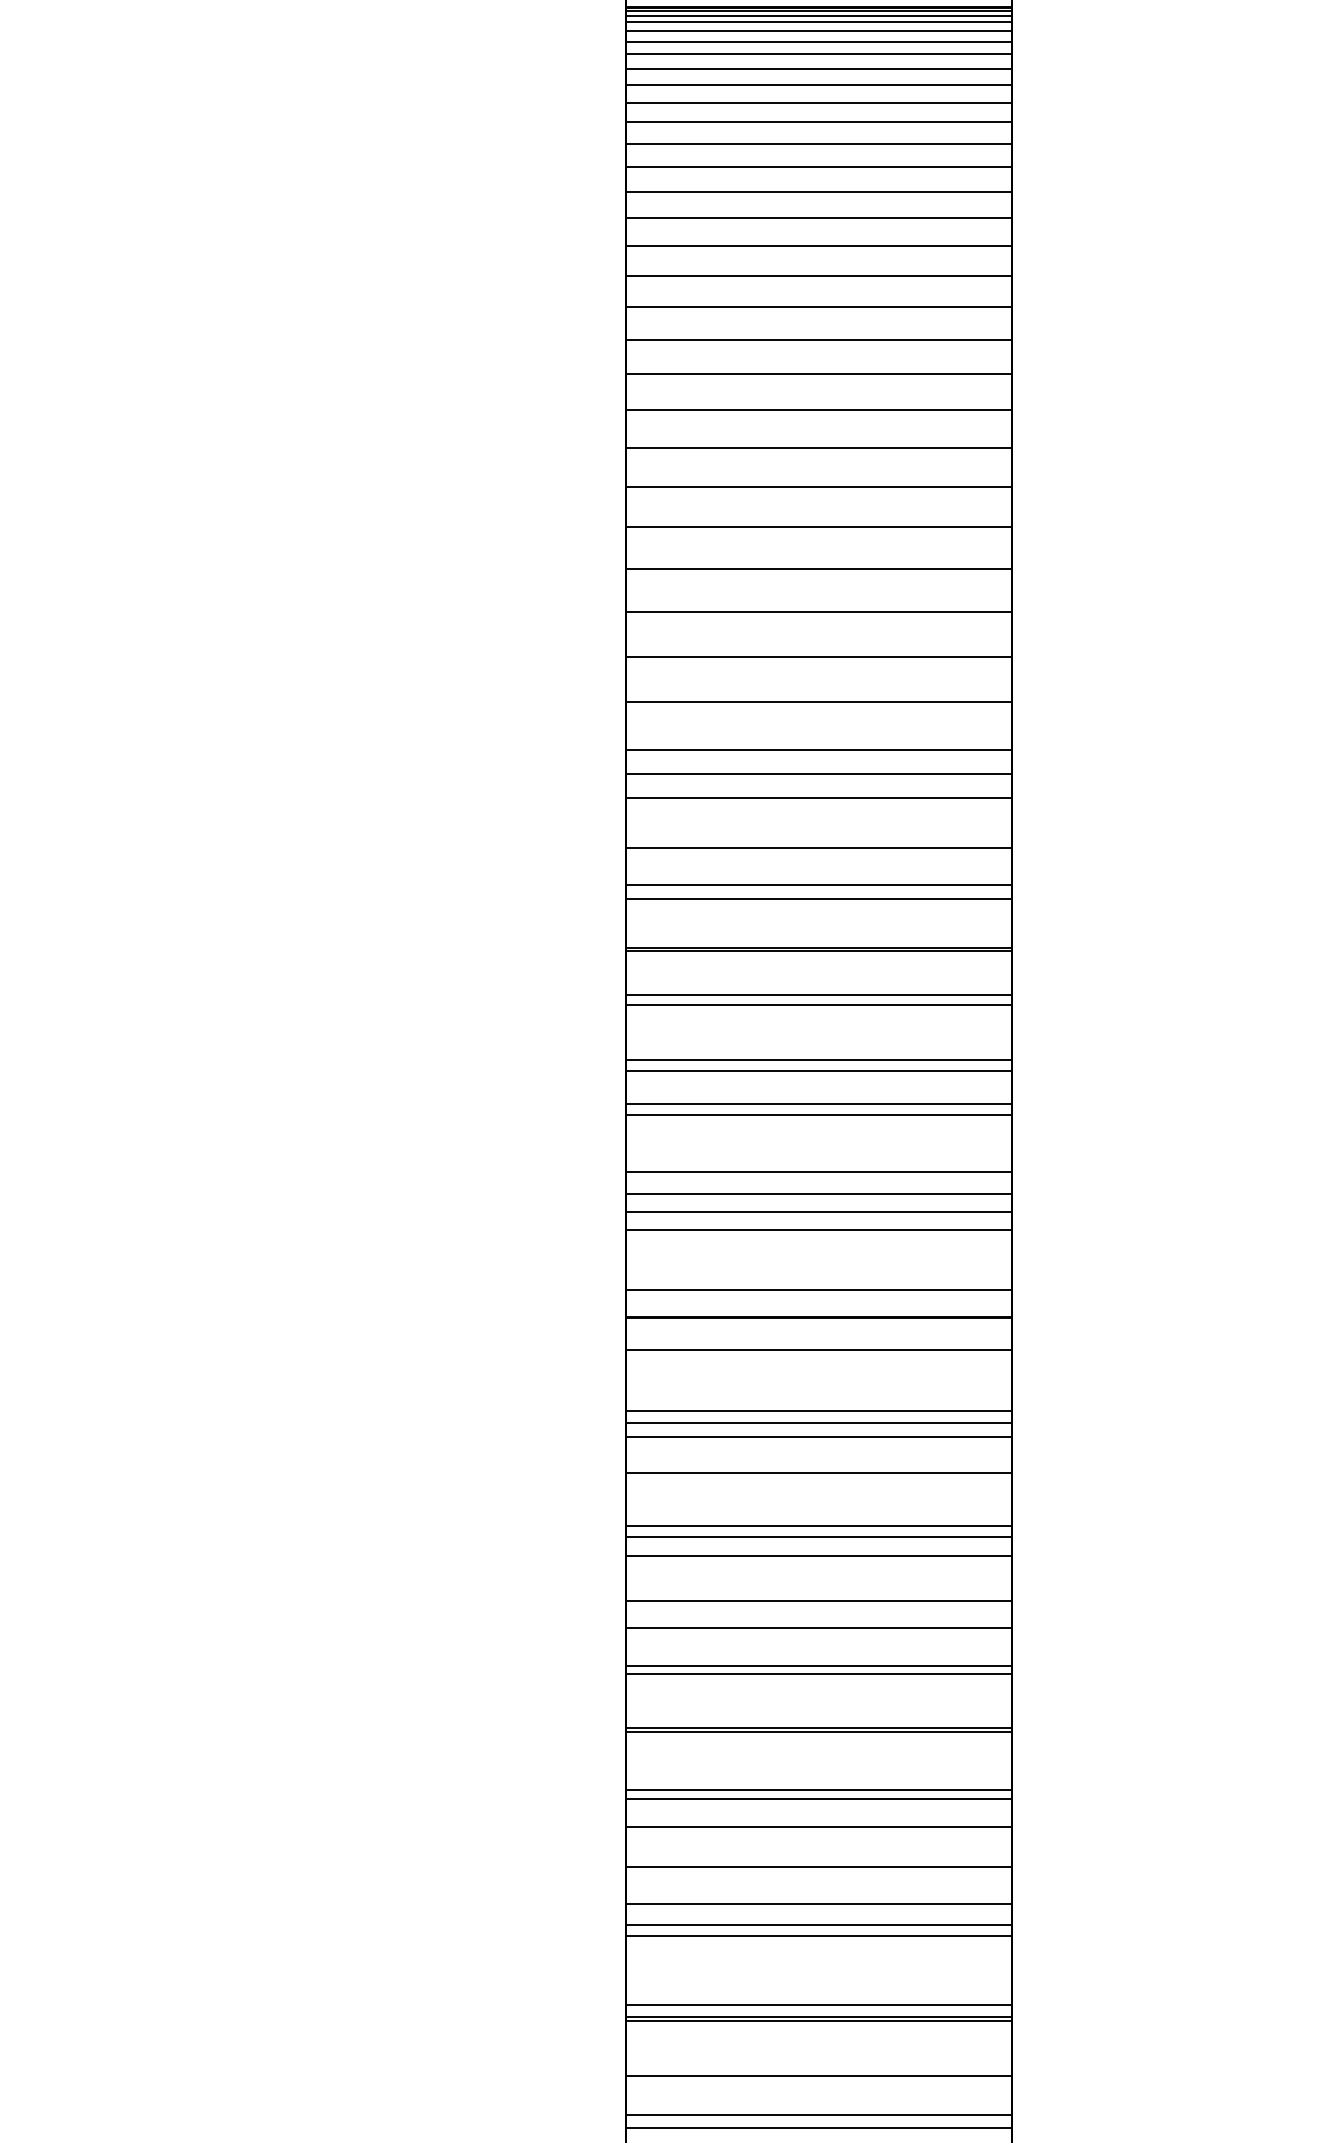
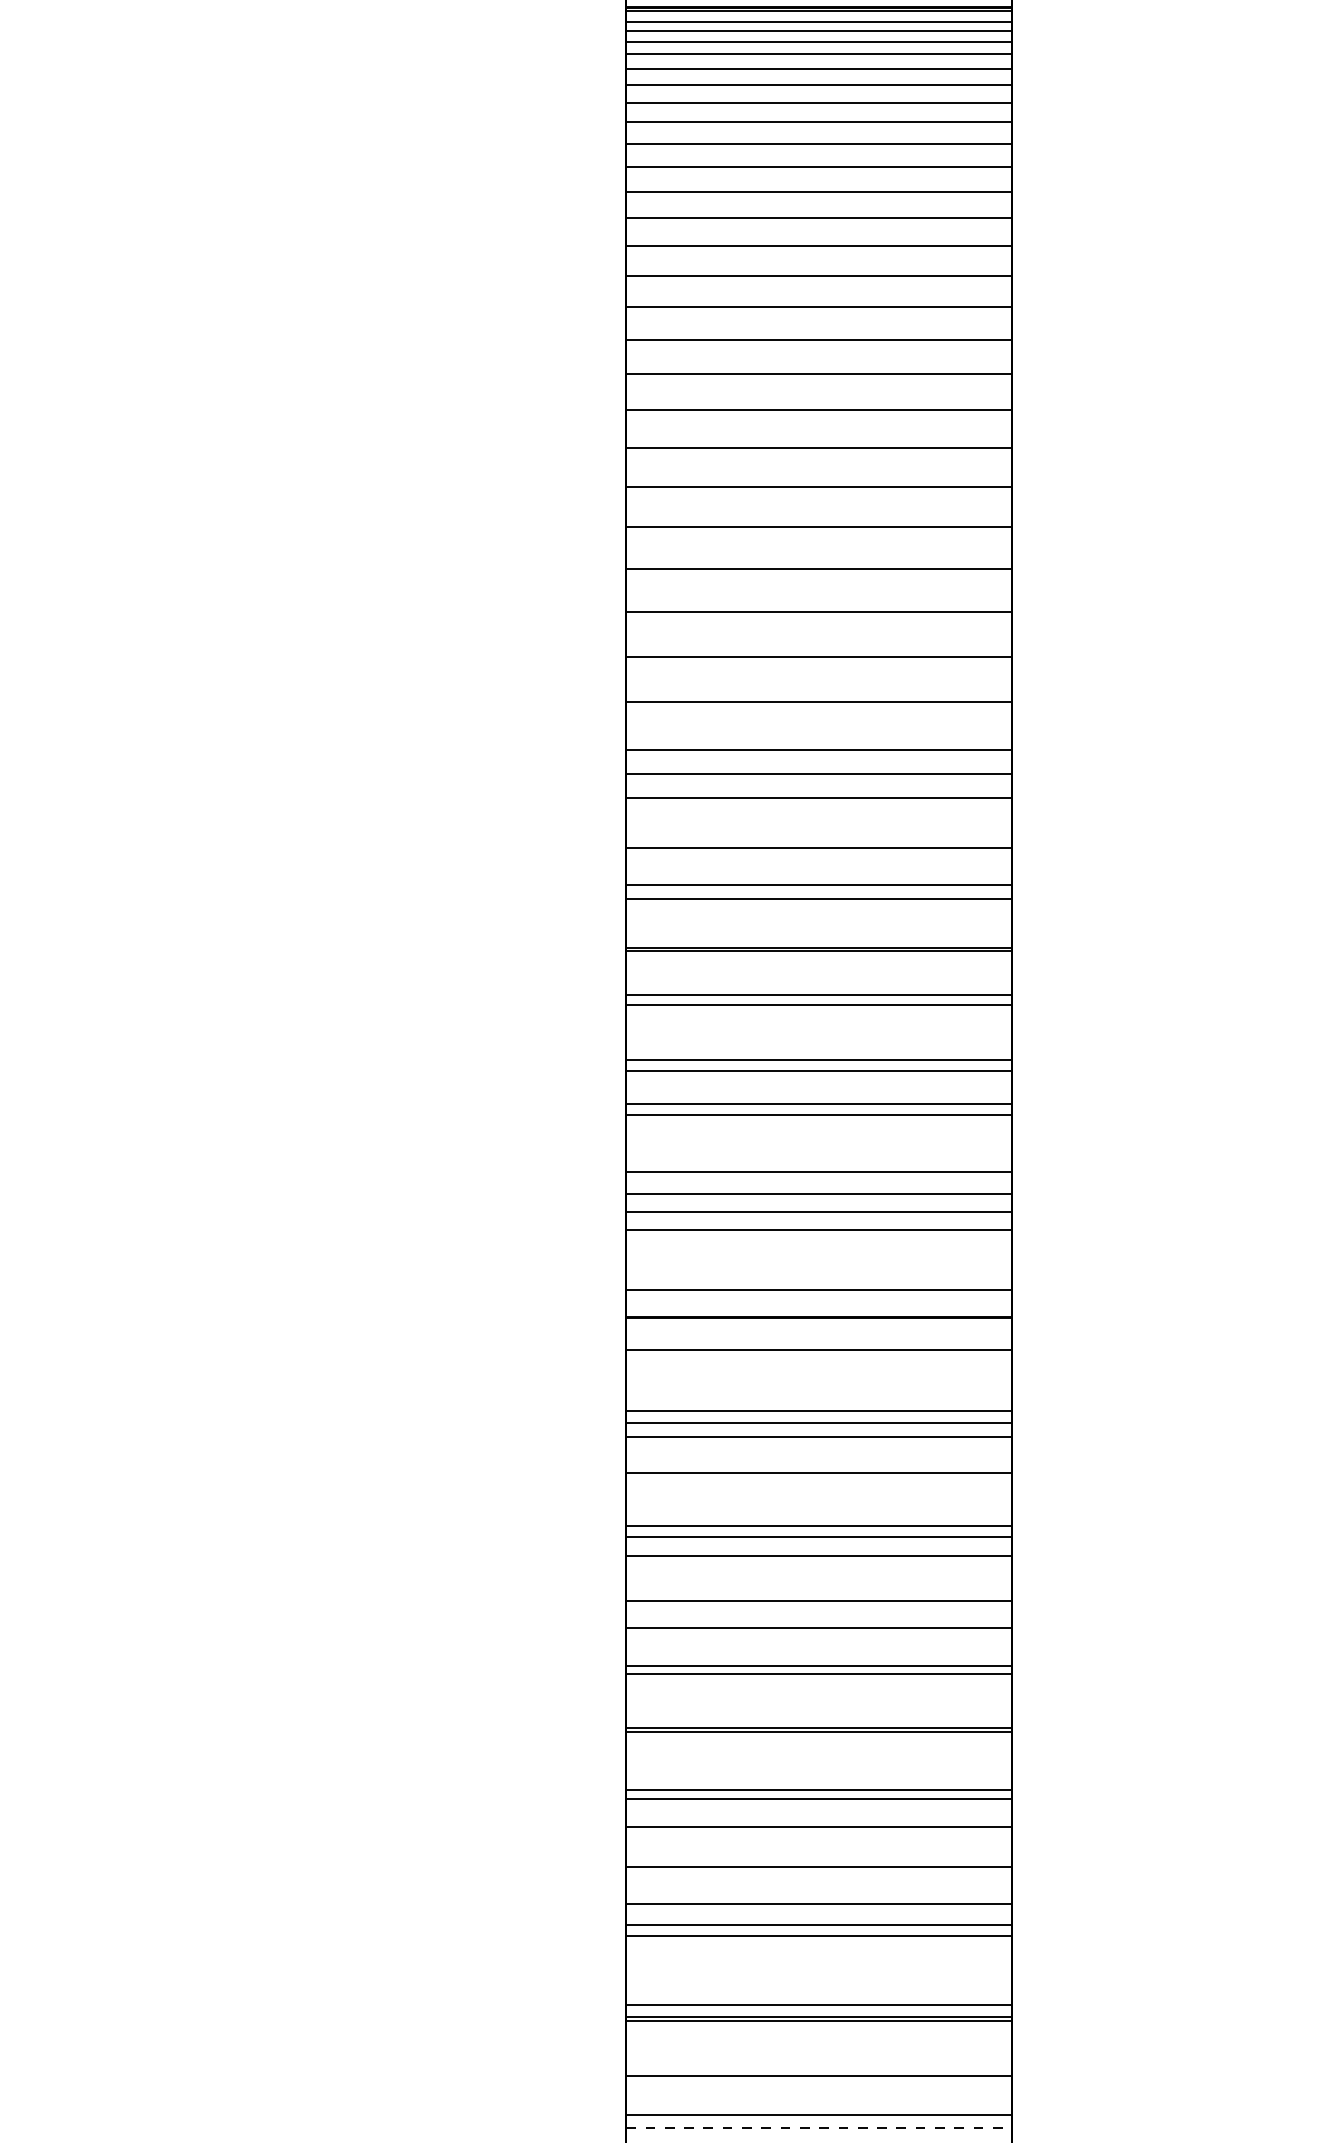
line at (819, 15): present -> none
line at (819, 2128): solid -> dashed
